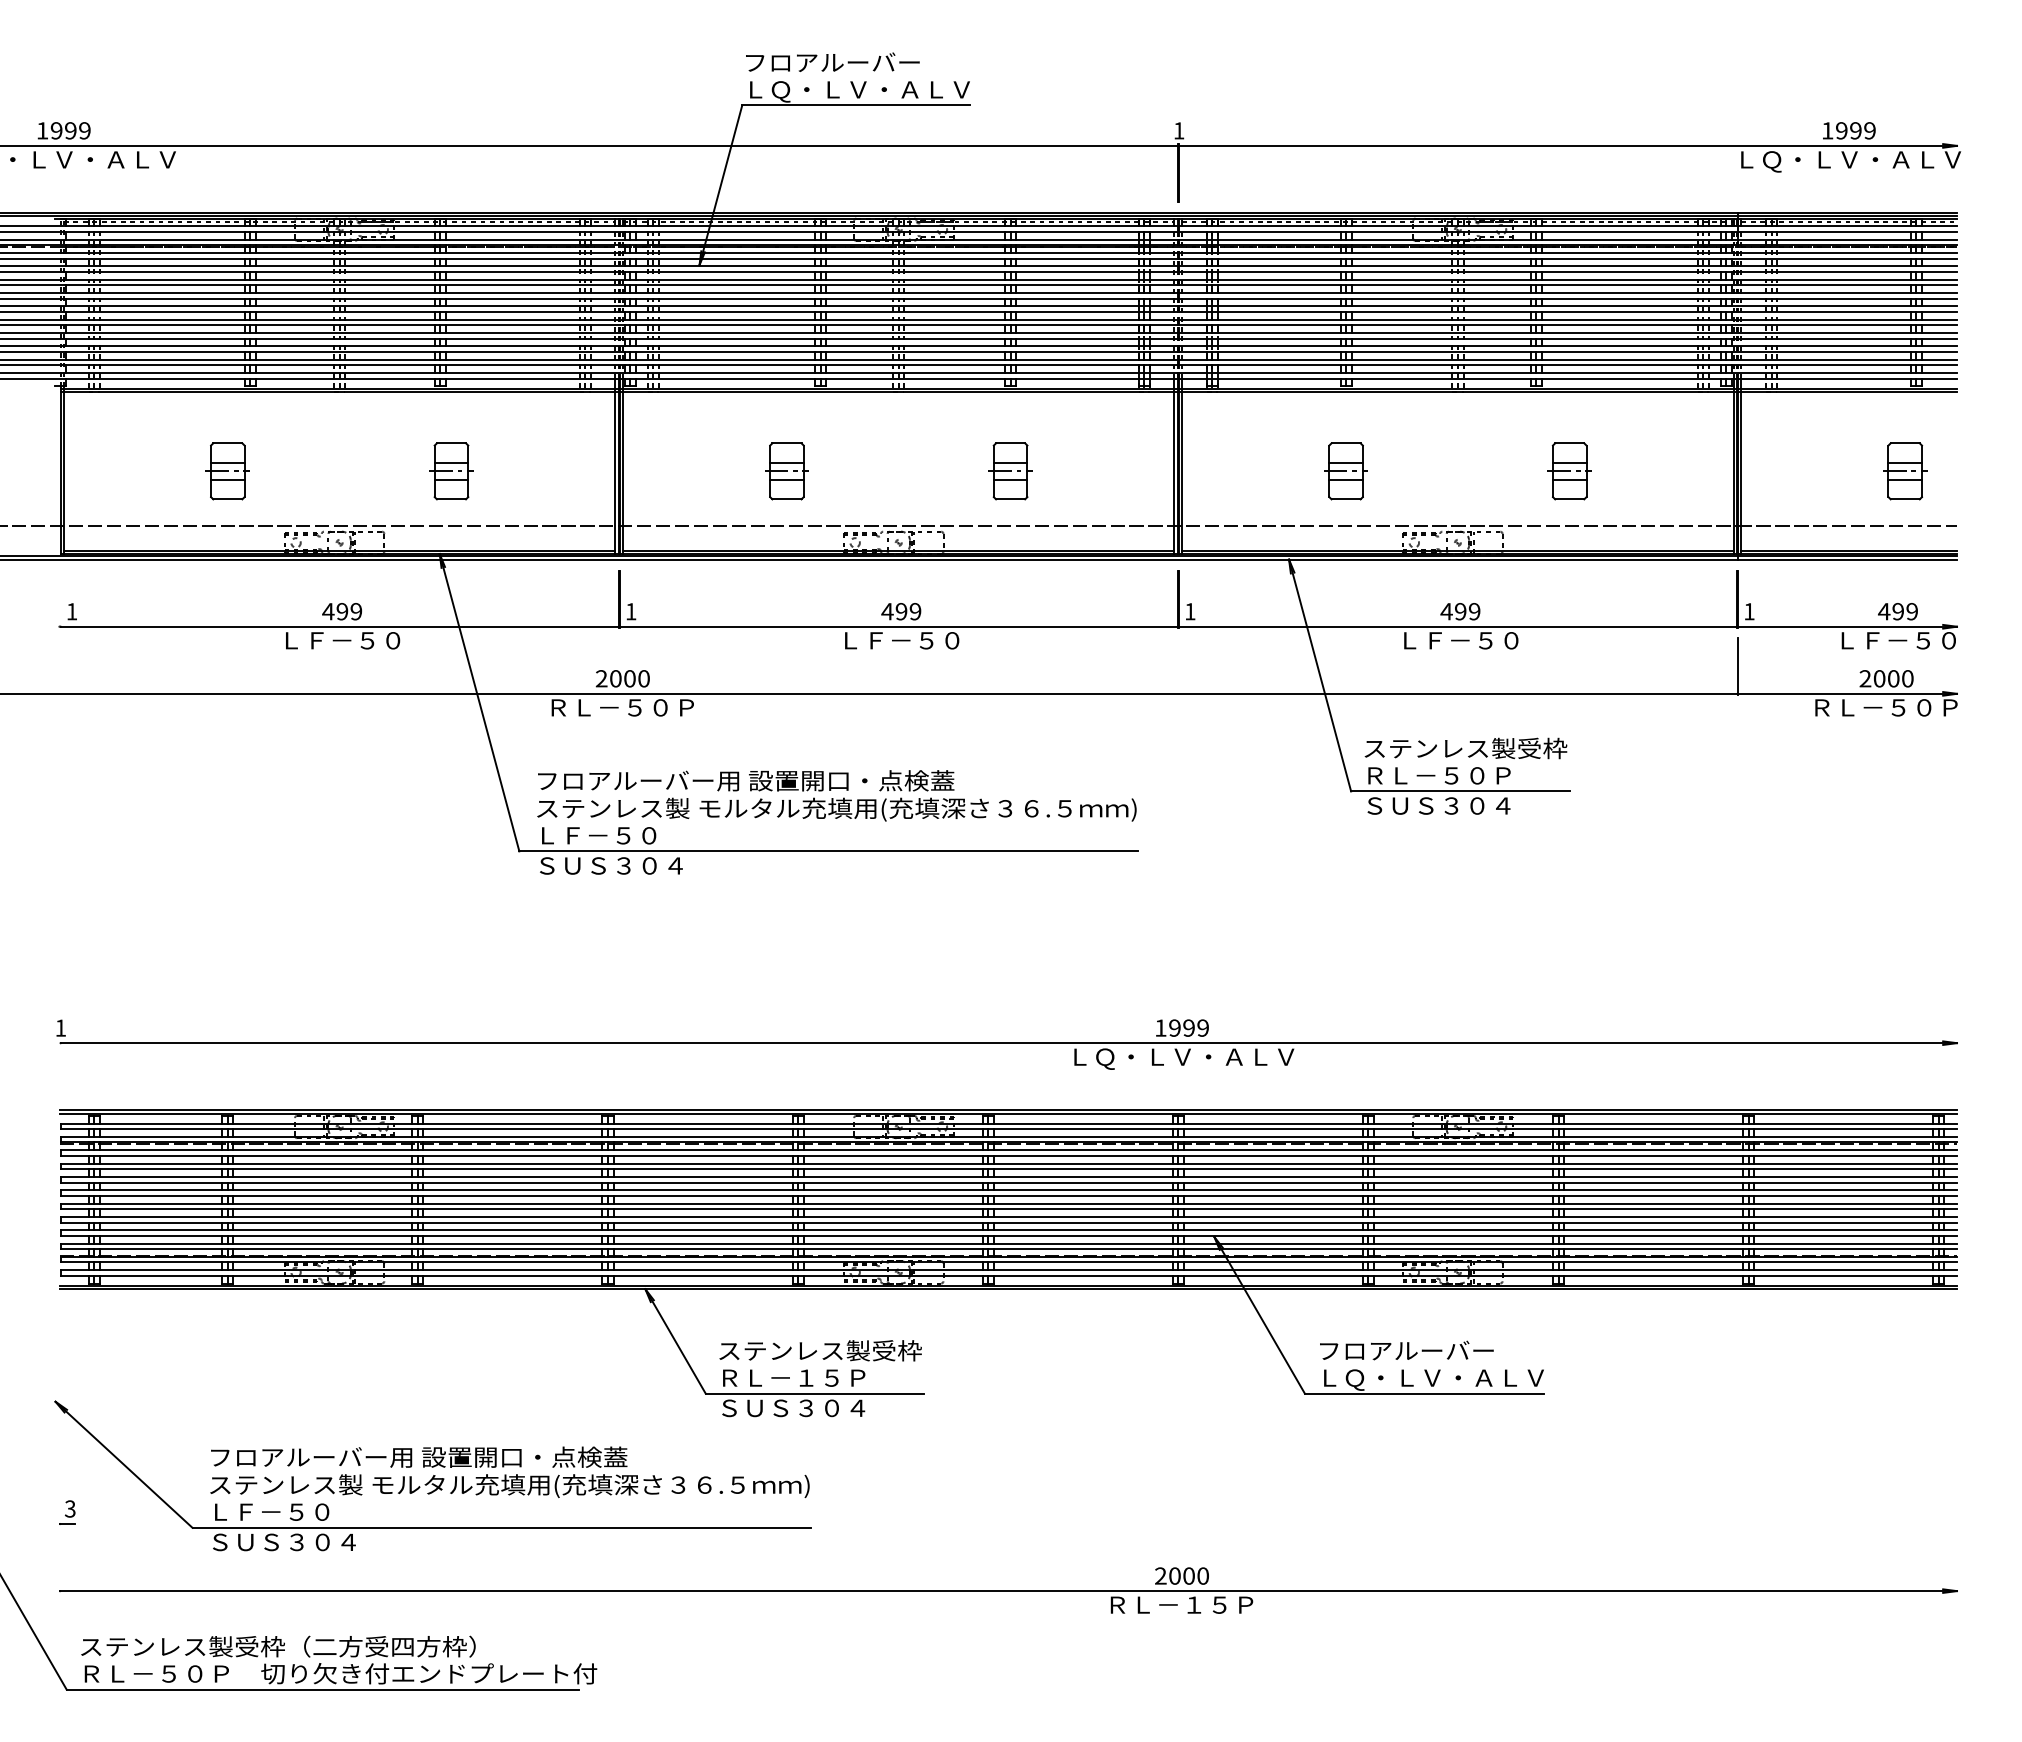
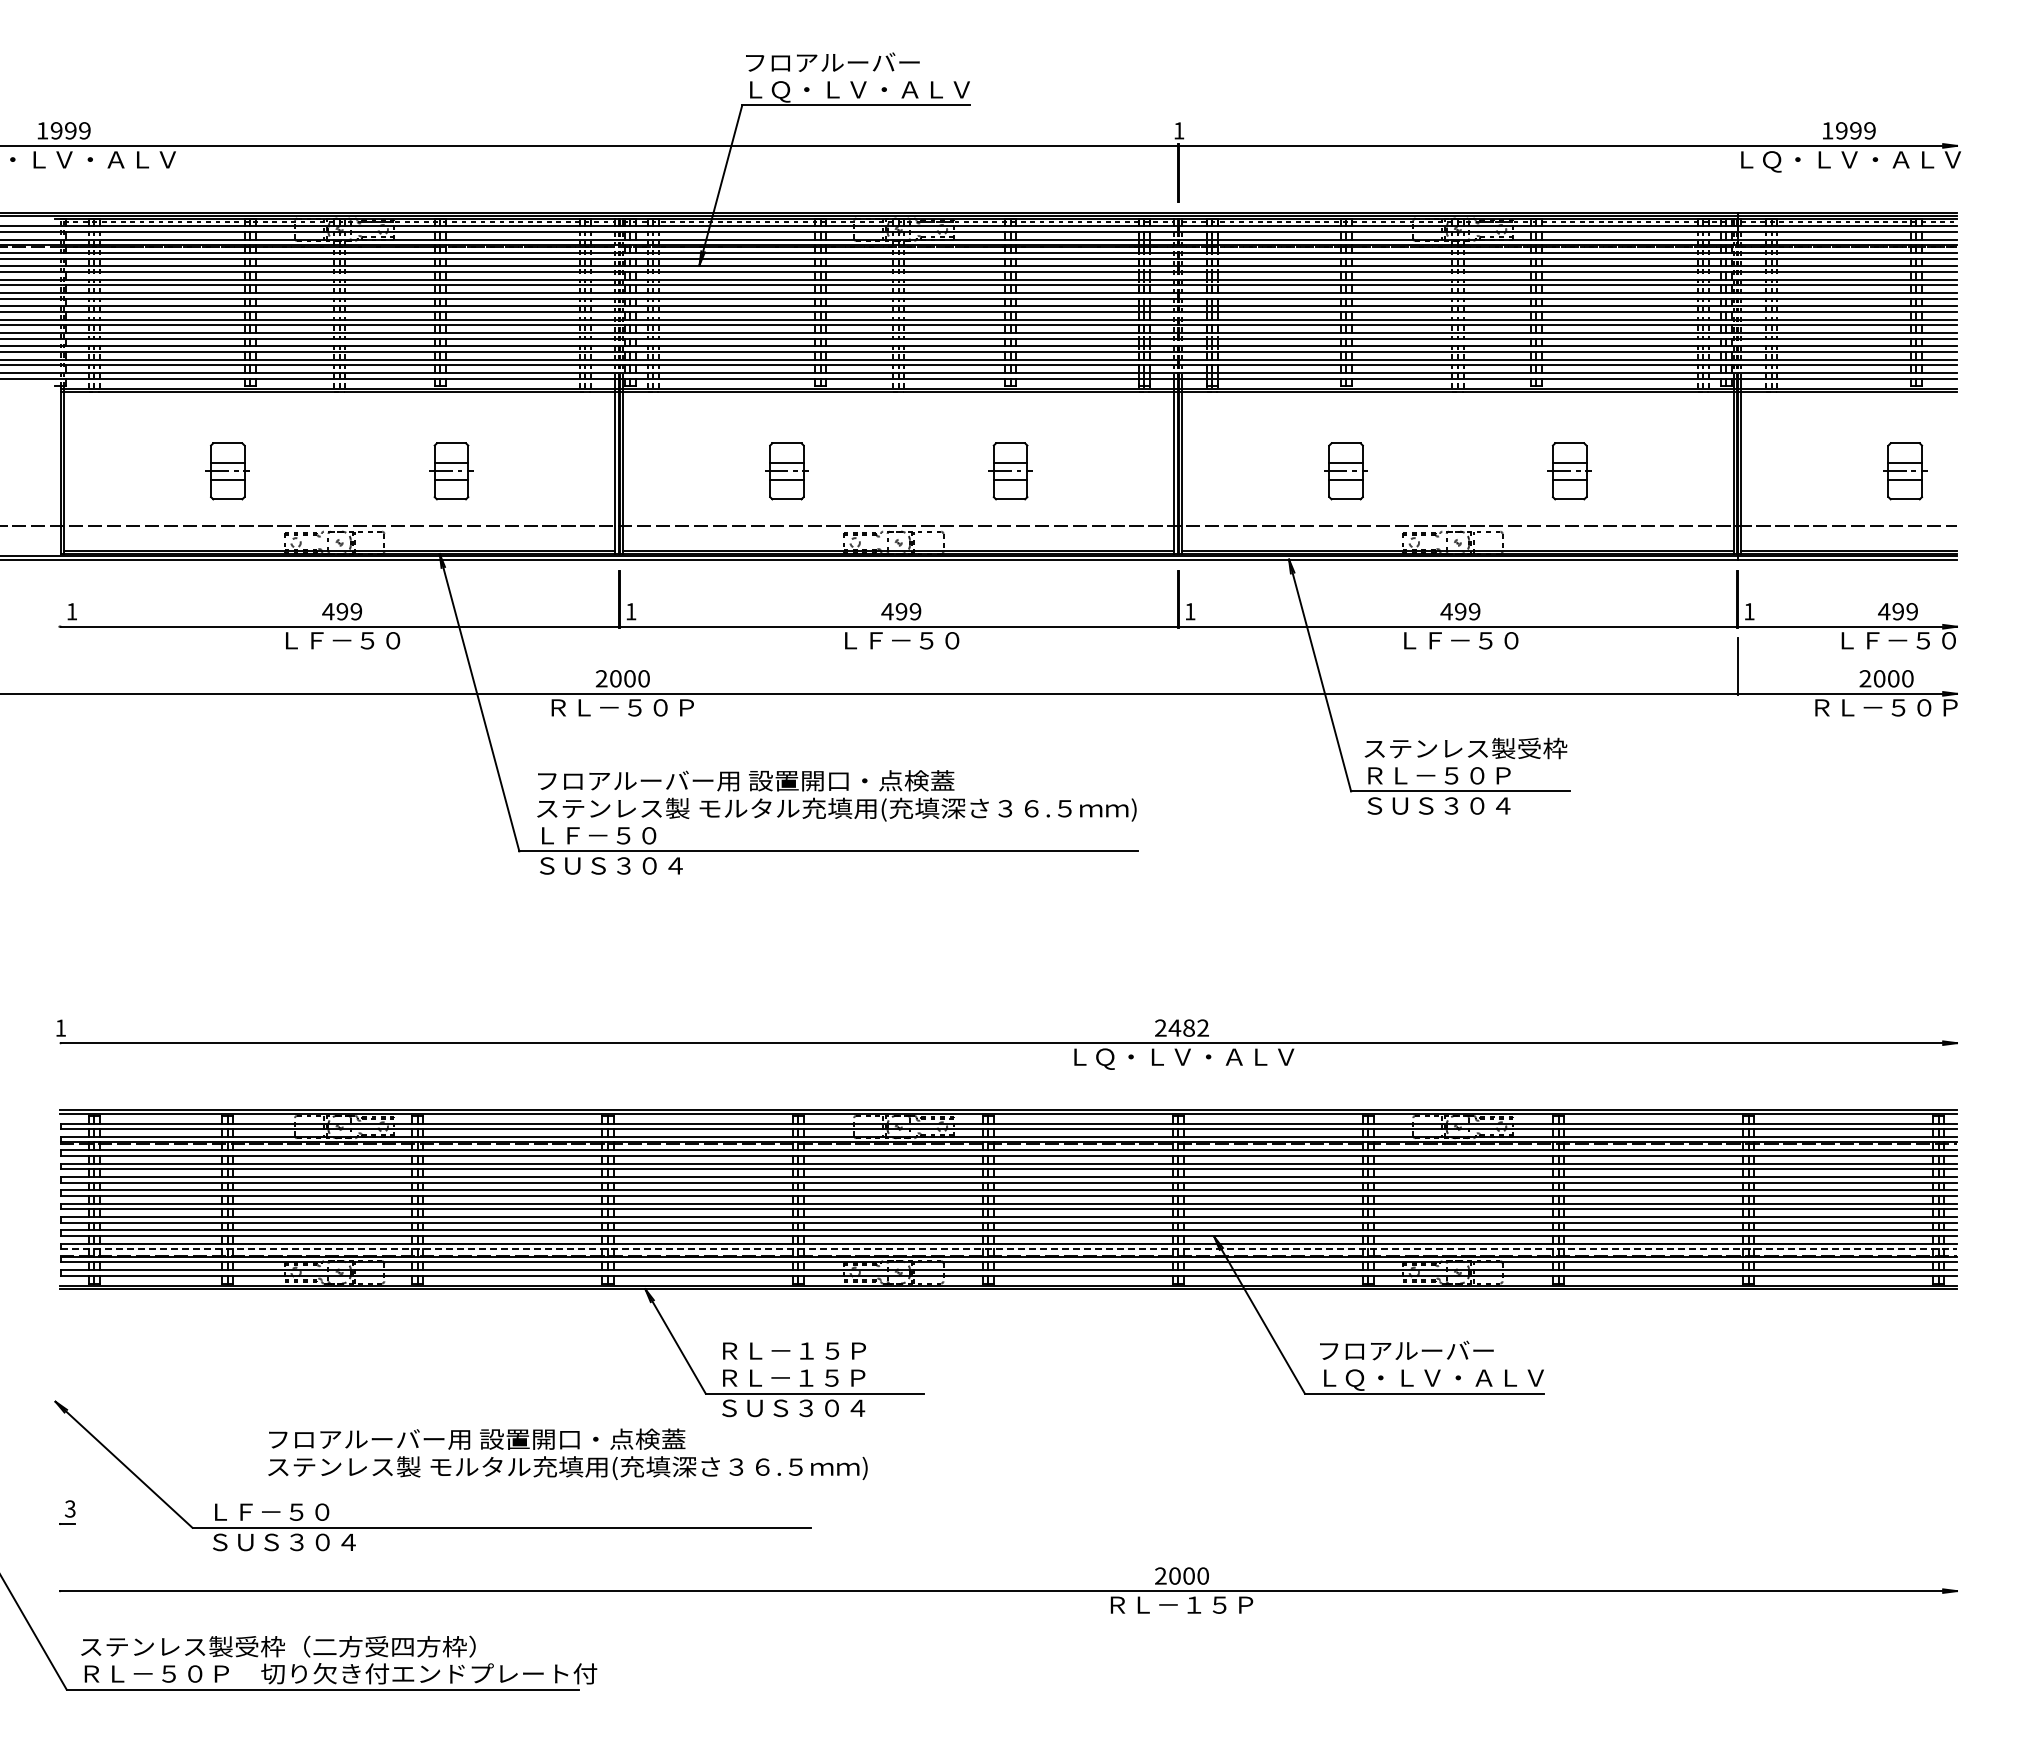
text at (1181, 1027): 1999 -> 2482
line at (1009, 1249): solid -> dashed
text at (820, 1350): ステンレス製受枠 -> ＲＬ－１５Ｐ
text at (509, 1471) position: (509, 1471) -> (567, 1453)
